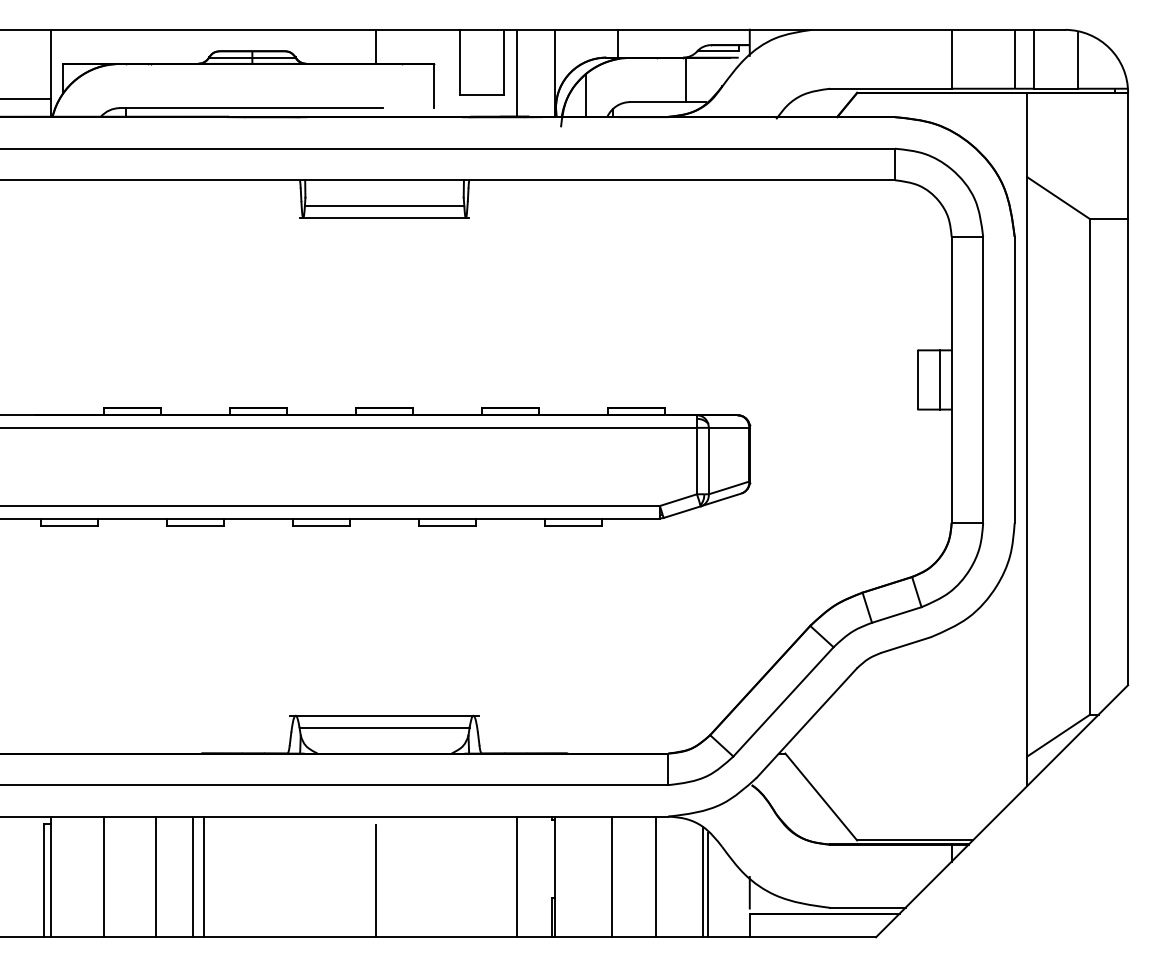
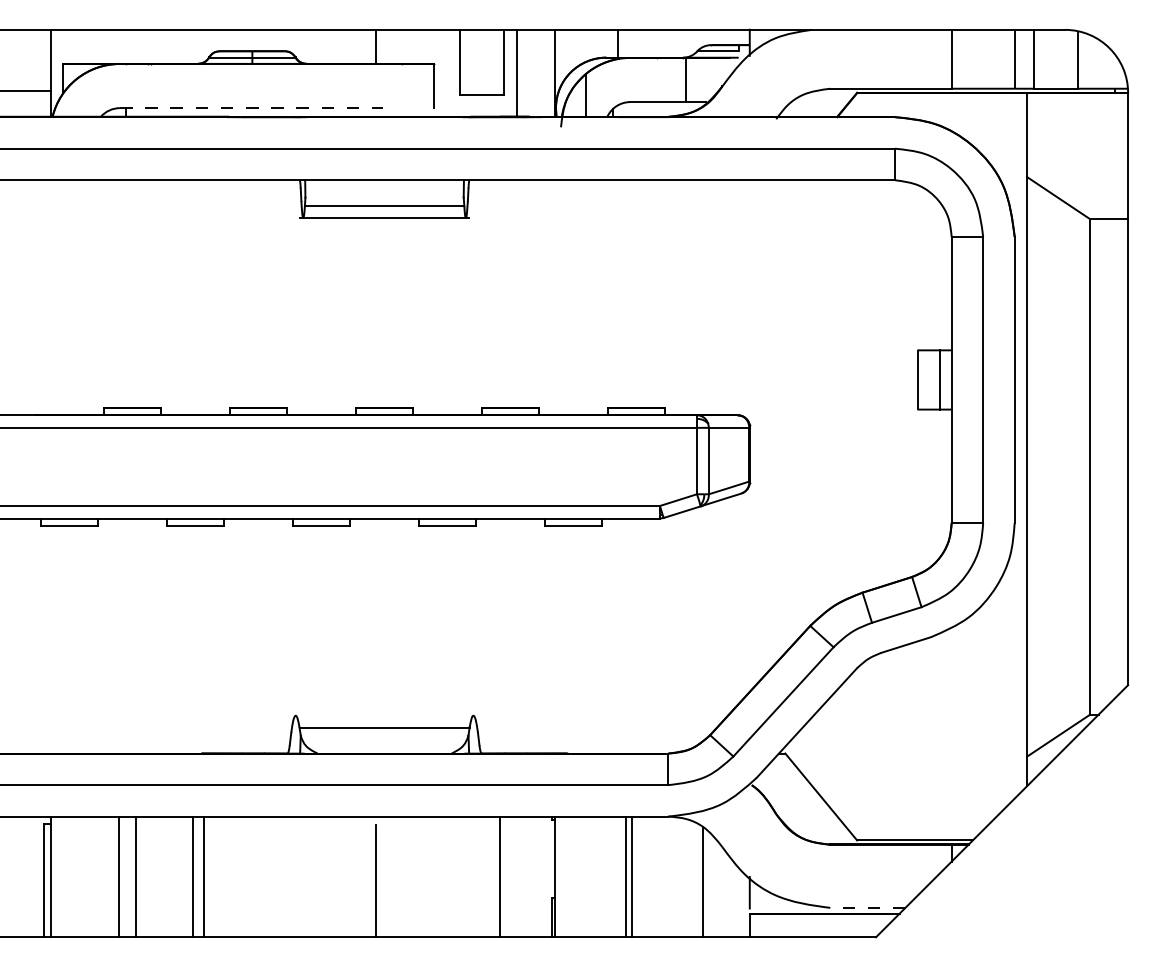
line at (26, 99) position: (26, 99) -> (26, 91)
line at (251, 108): solid -> dashed
line at (384, 715): present -> none
line at (104, 876) position: (104, 876) -> (119, 876)
line at (155, 876) position: (155, 876) -> (135, 876)
line at (516, 876) position: (516, 876) -> (499, 876)
line at (612, 876) position: (612, 876) -> (626, 876)
line at (655, 876) position: (655, 876) -> (631, 876)
line at (708, 884): present -> none
line at (867, 907): solid -> dashed
